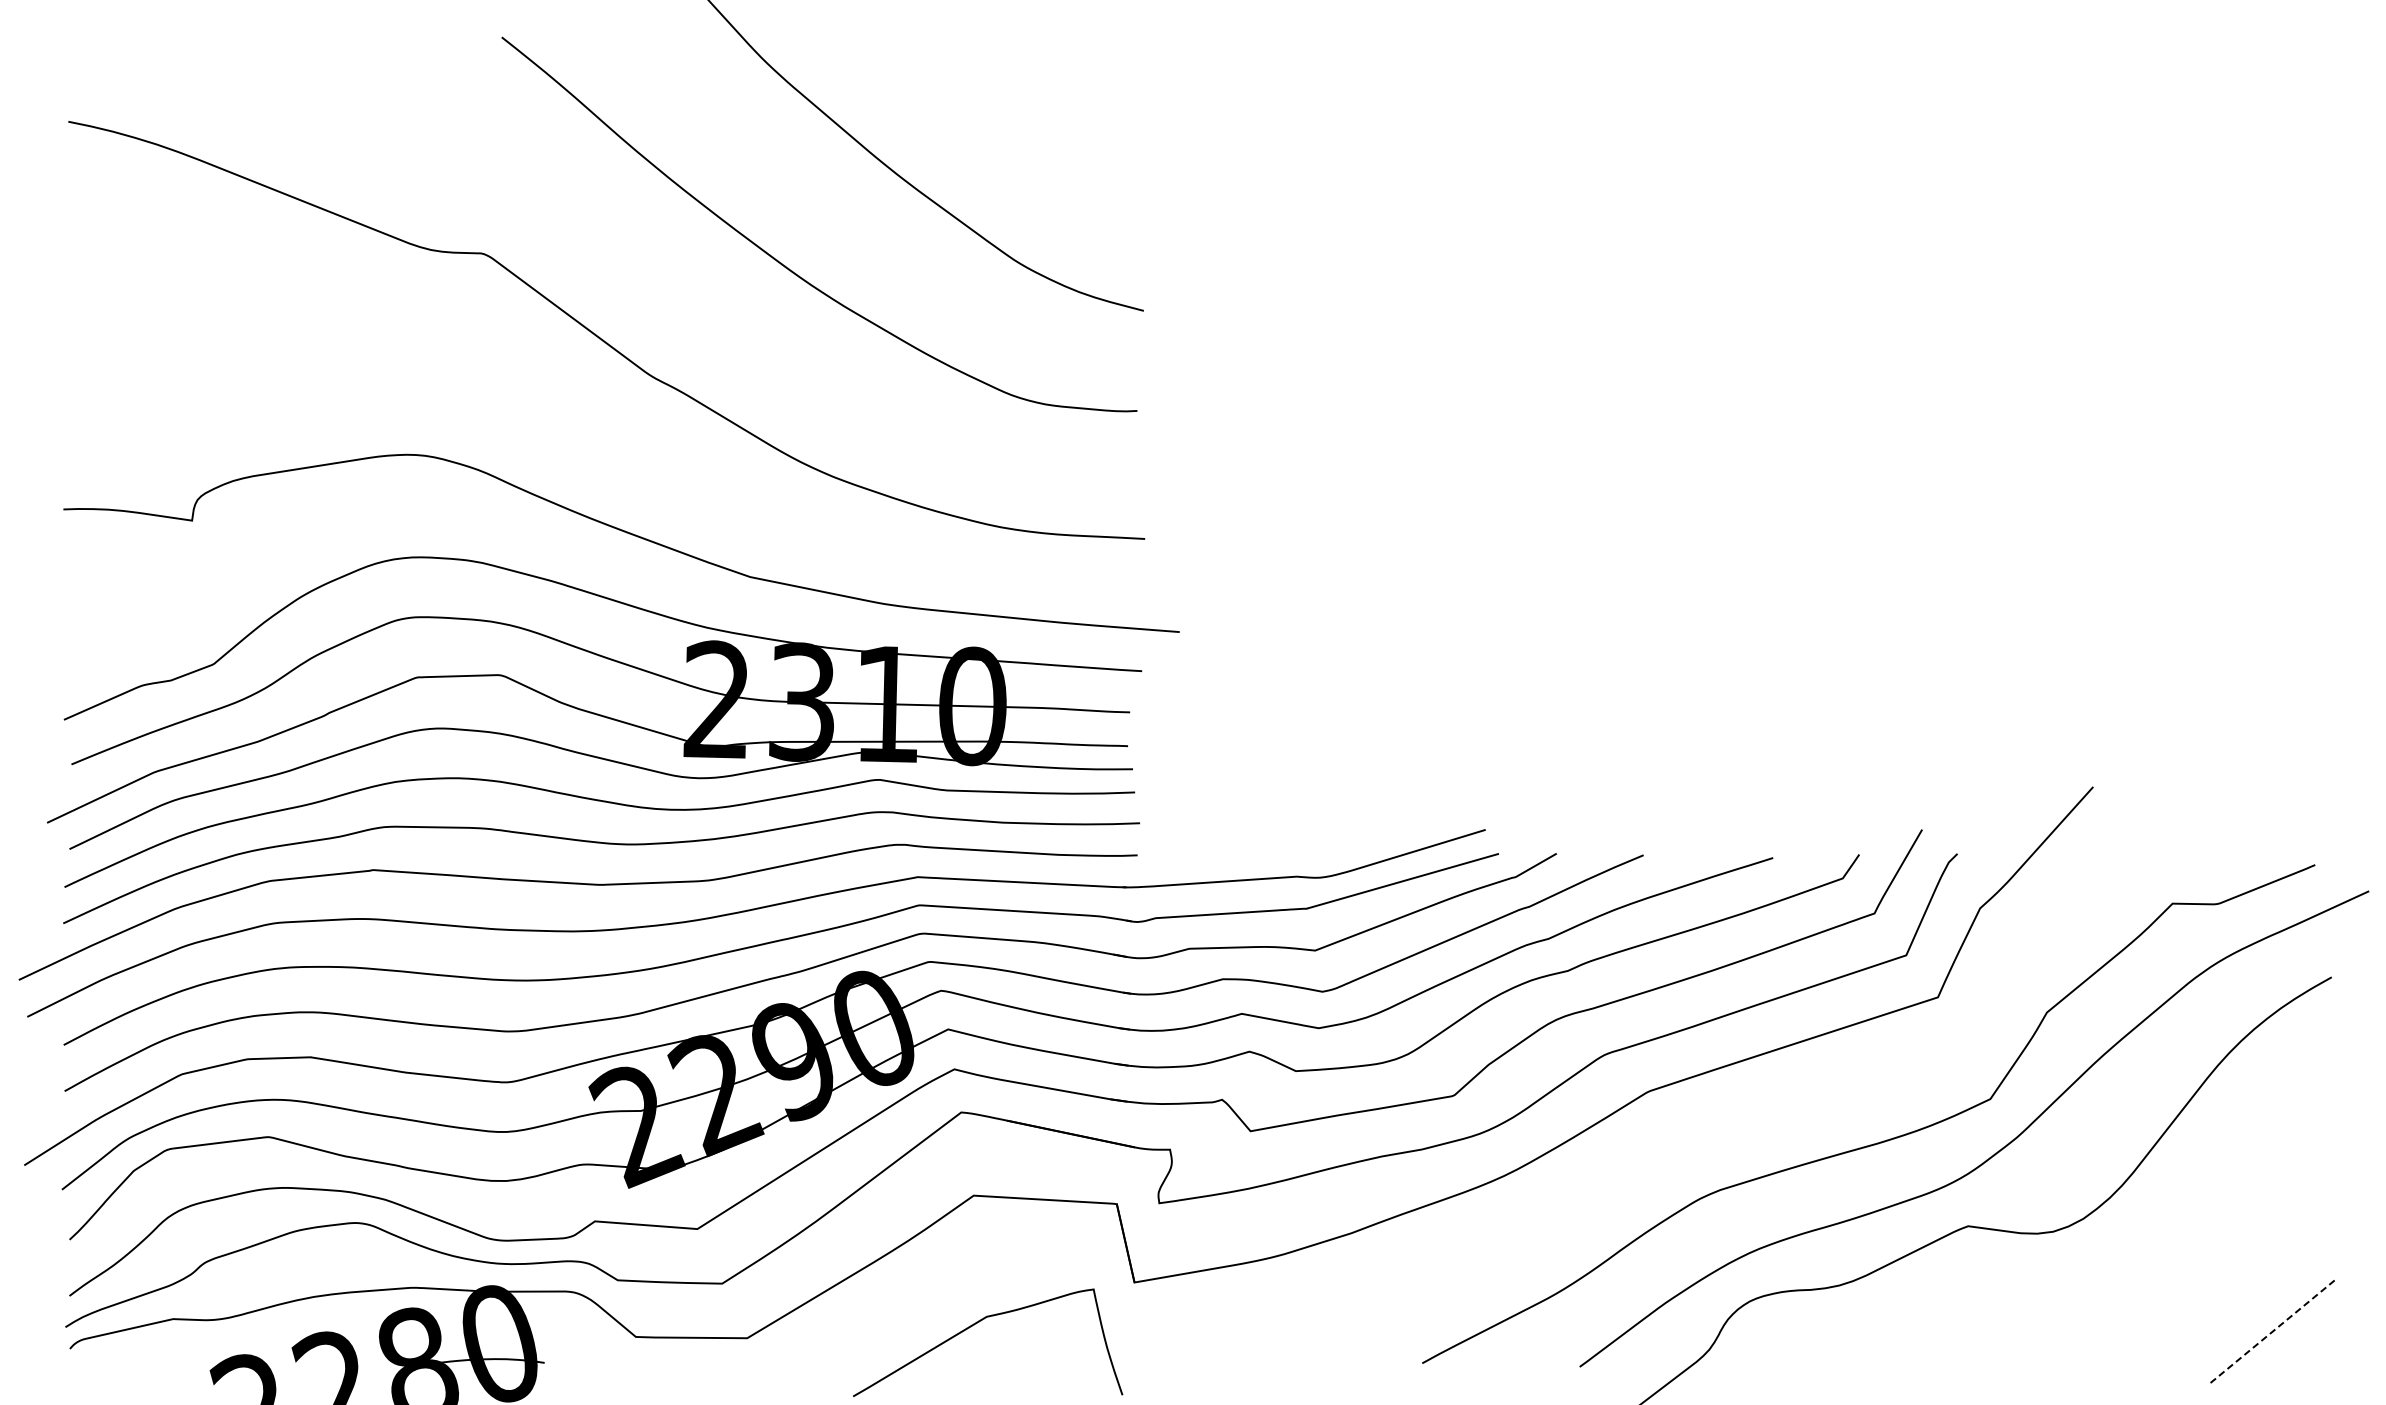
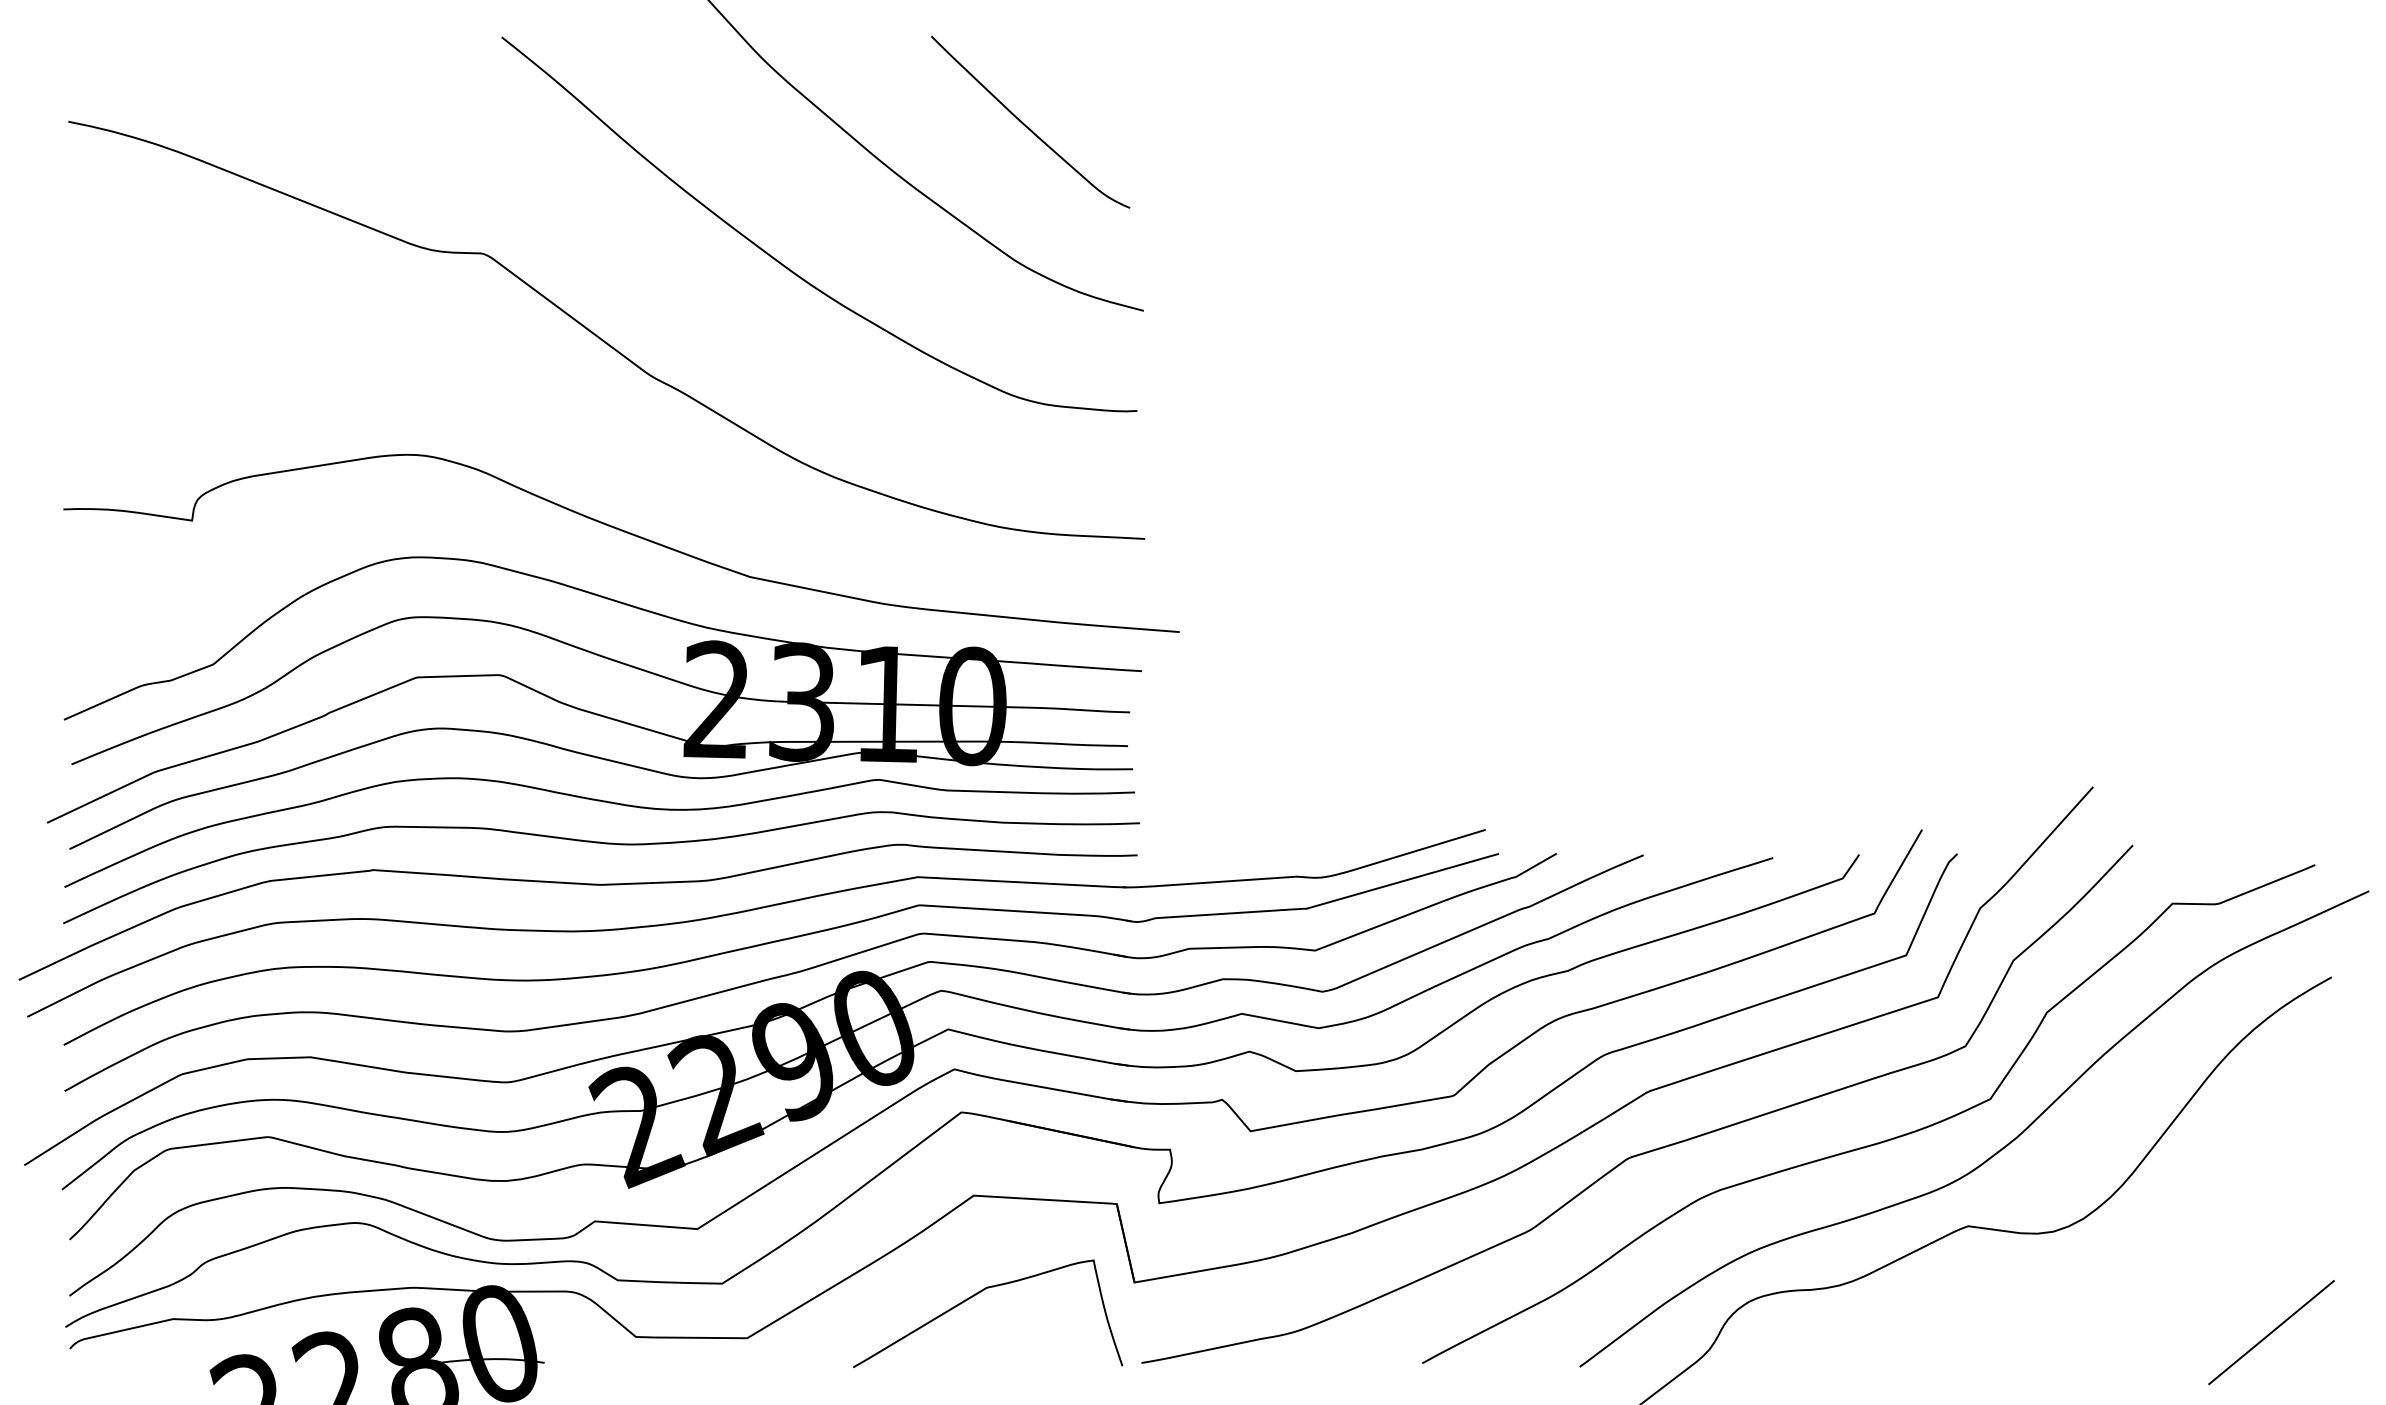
curve at (1026, 125): none -> present
curve at (1652, 1149): none -> present
curve at (976, 1324) position: (976, 1324) -> (976, 1295)
line at (2271, 1332): dashed -> solid
